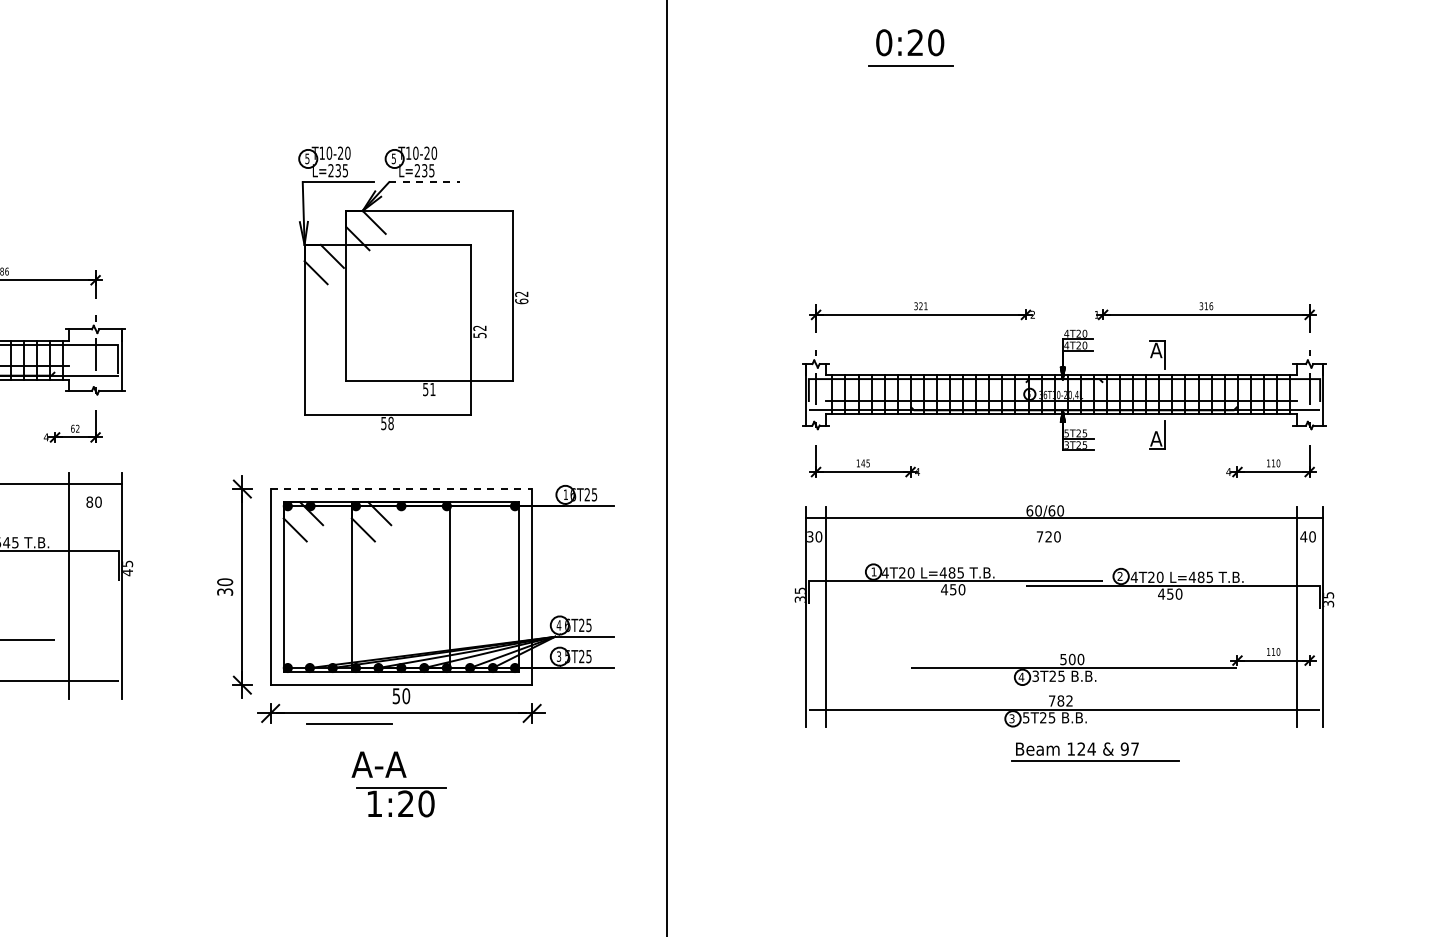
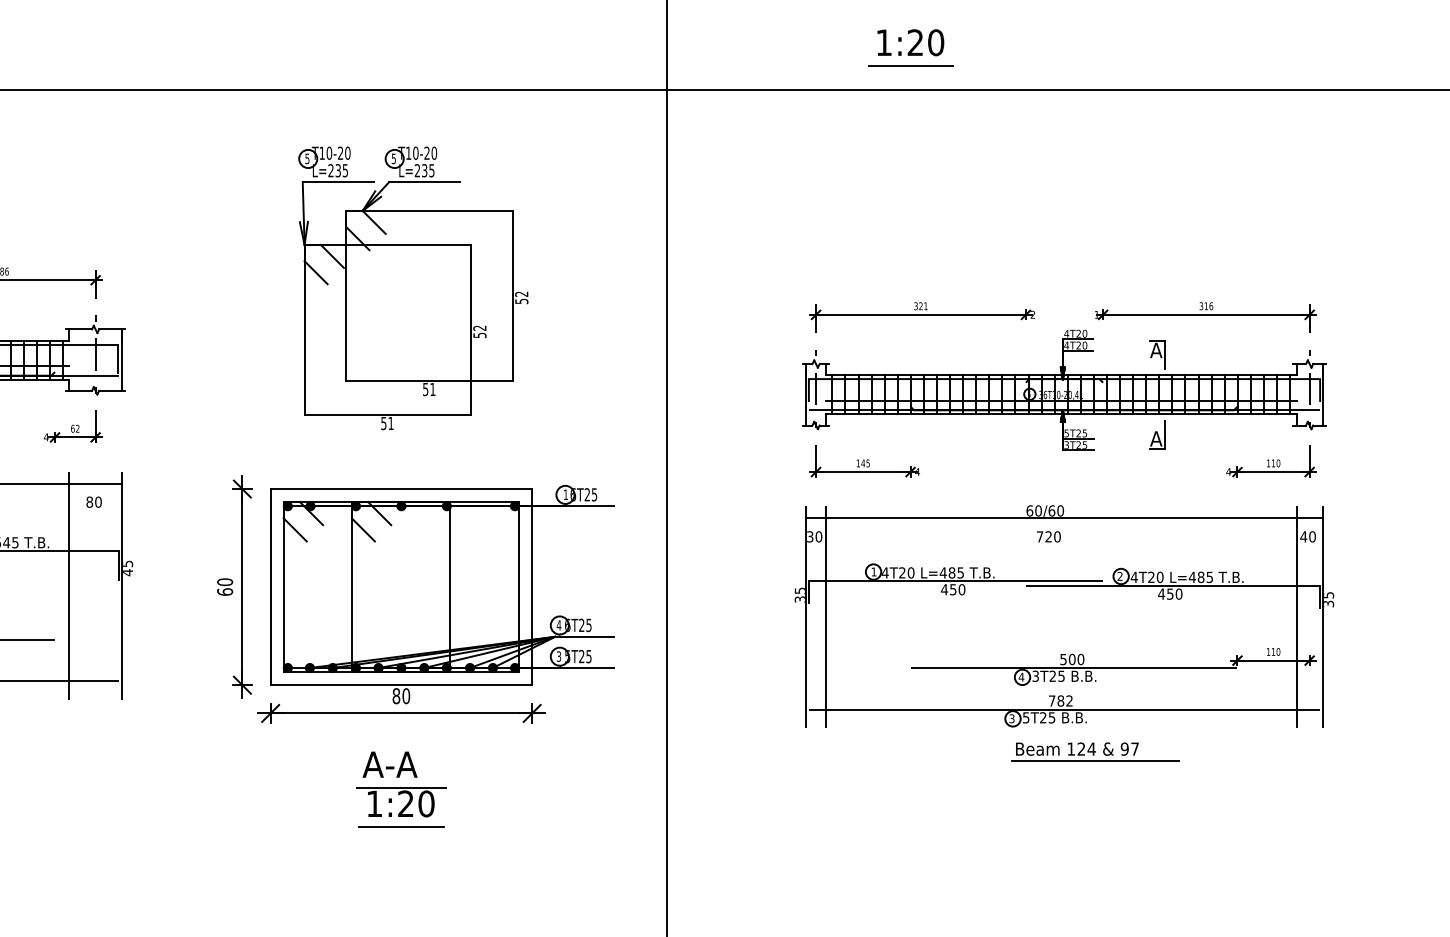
text at (884, 42): 0:20 -> 1:20
line at (724, 89): none -> present
line at (425, 182): dashed -> solid
text at (521, 301): 62 -> 52
text at (390, 423): 58 -> 51
line at (401, 489): dashed -> solid
text at (225, 591): 30 -> 60
text at (396, 696): 50 -> 80
line at (349, 723) position: (349, 723) -> (401, 826)
text at (378, 764) position: (378, 764) -> (389, 764)
